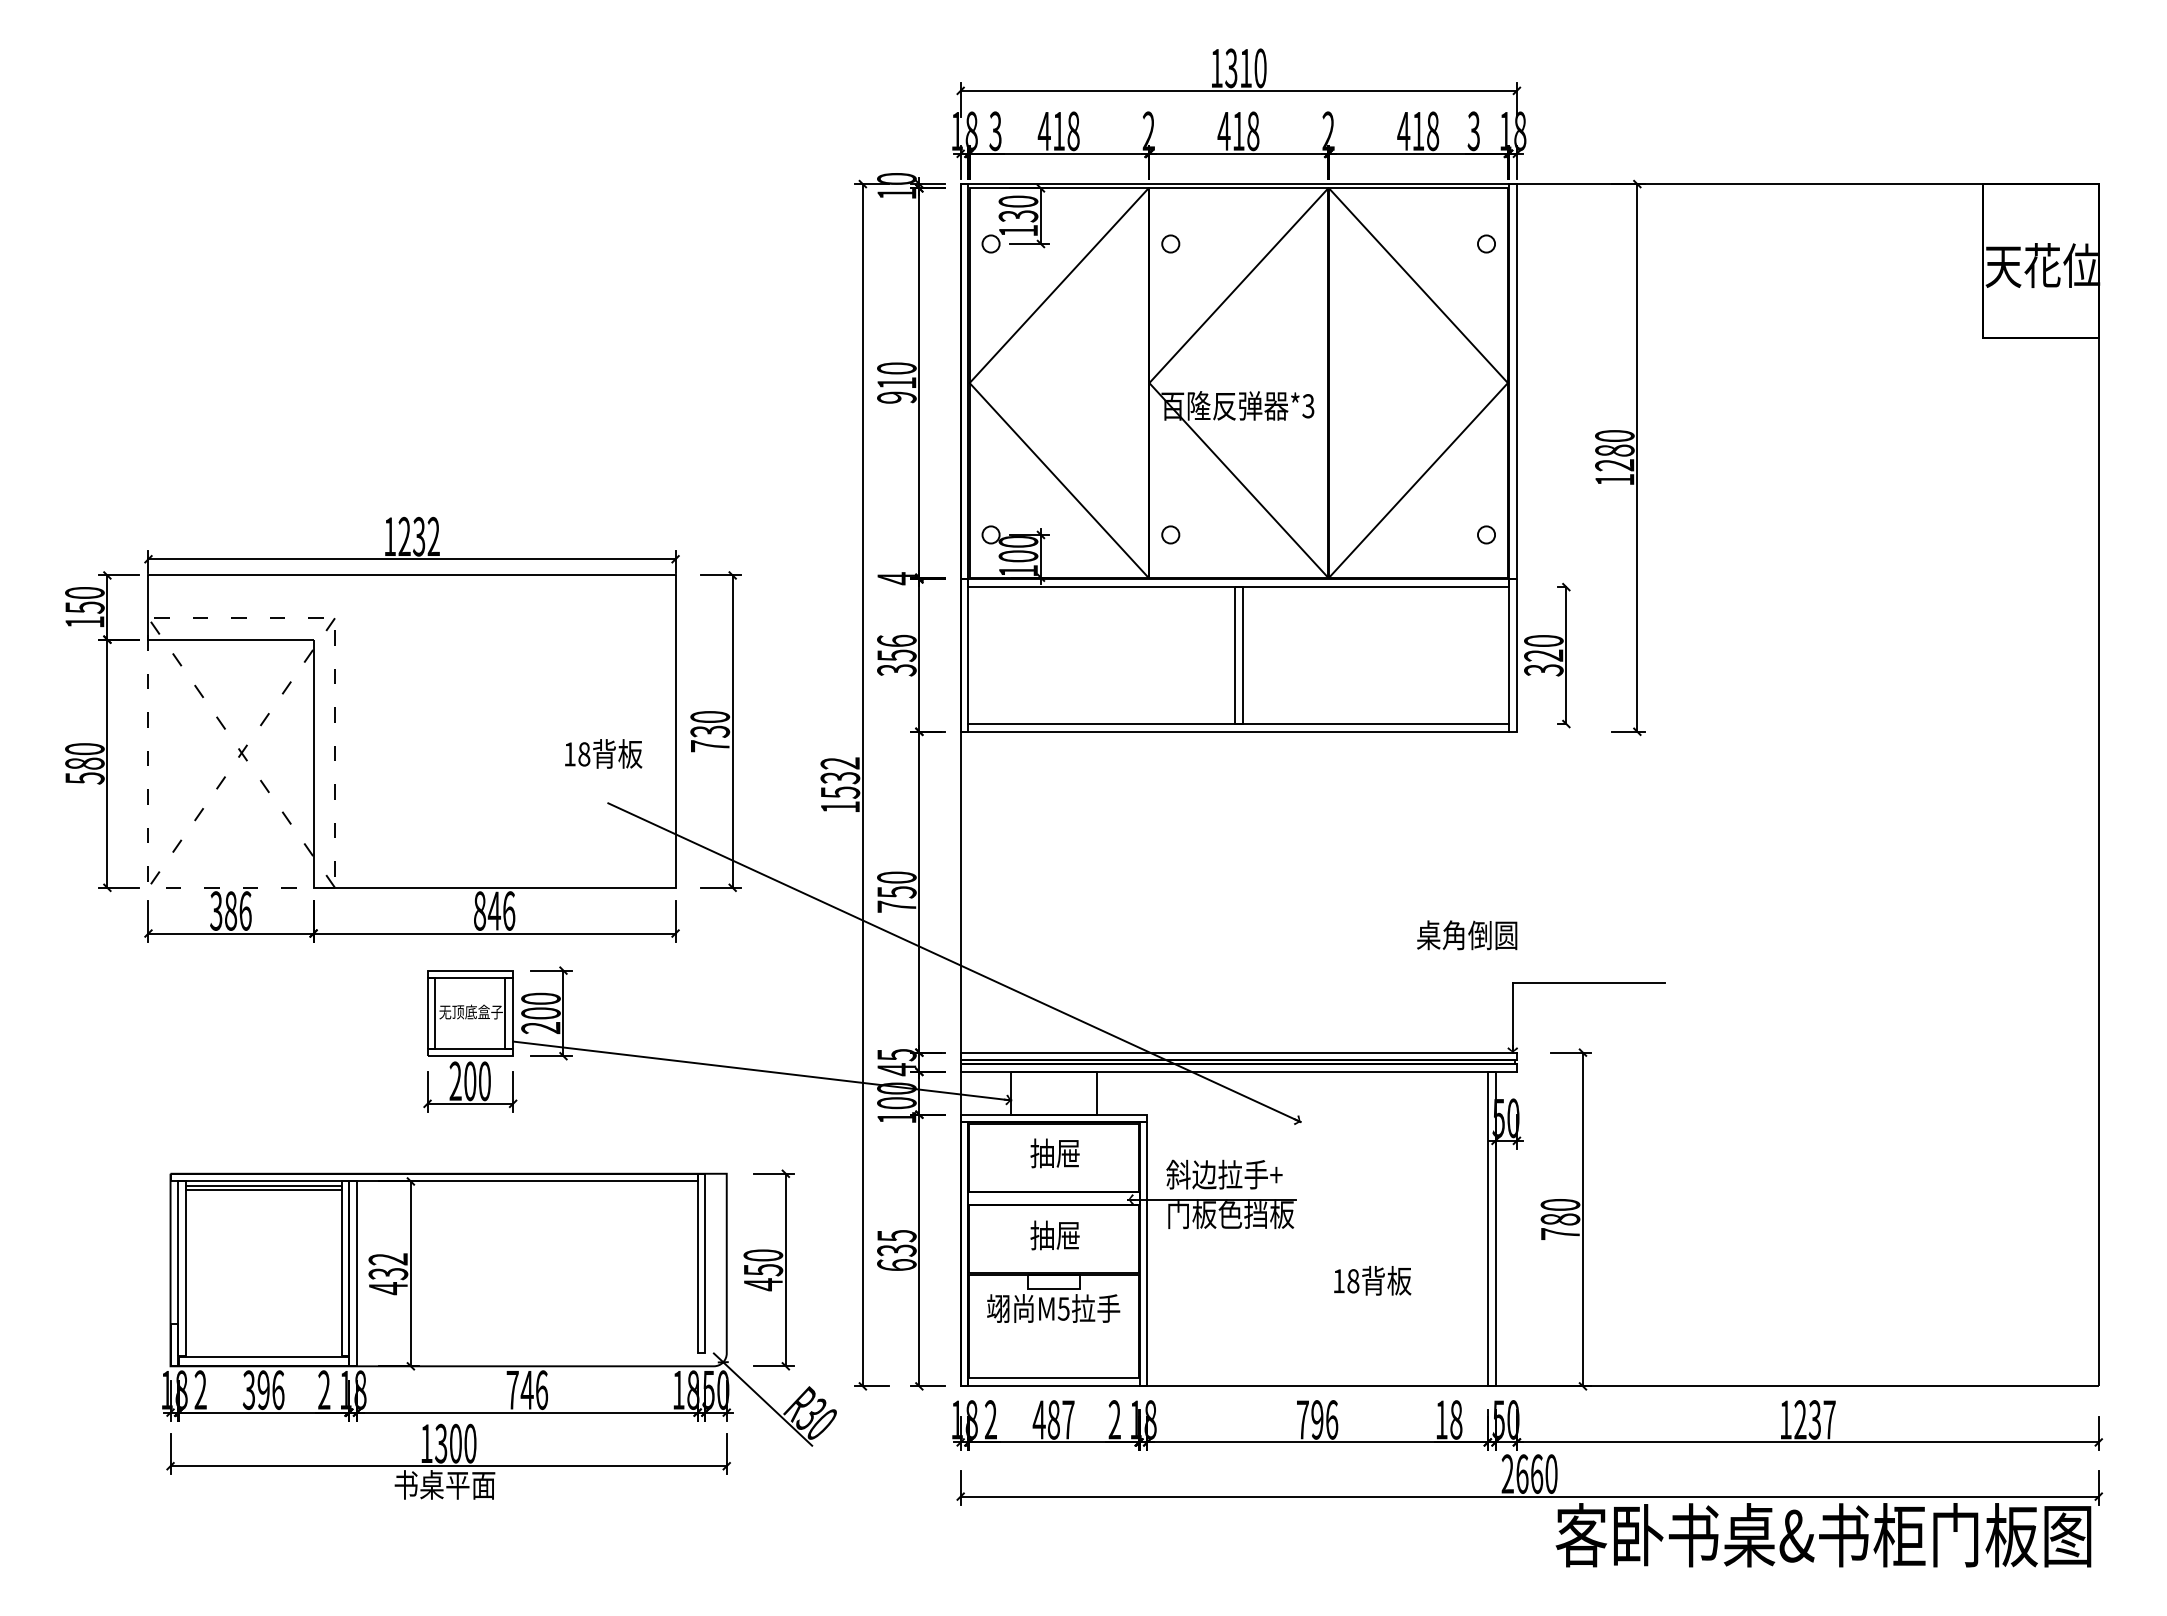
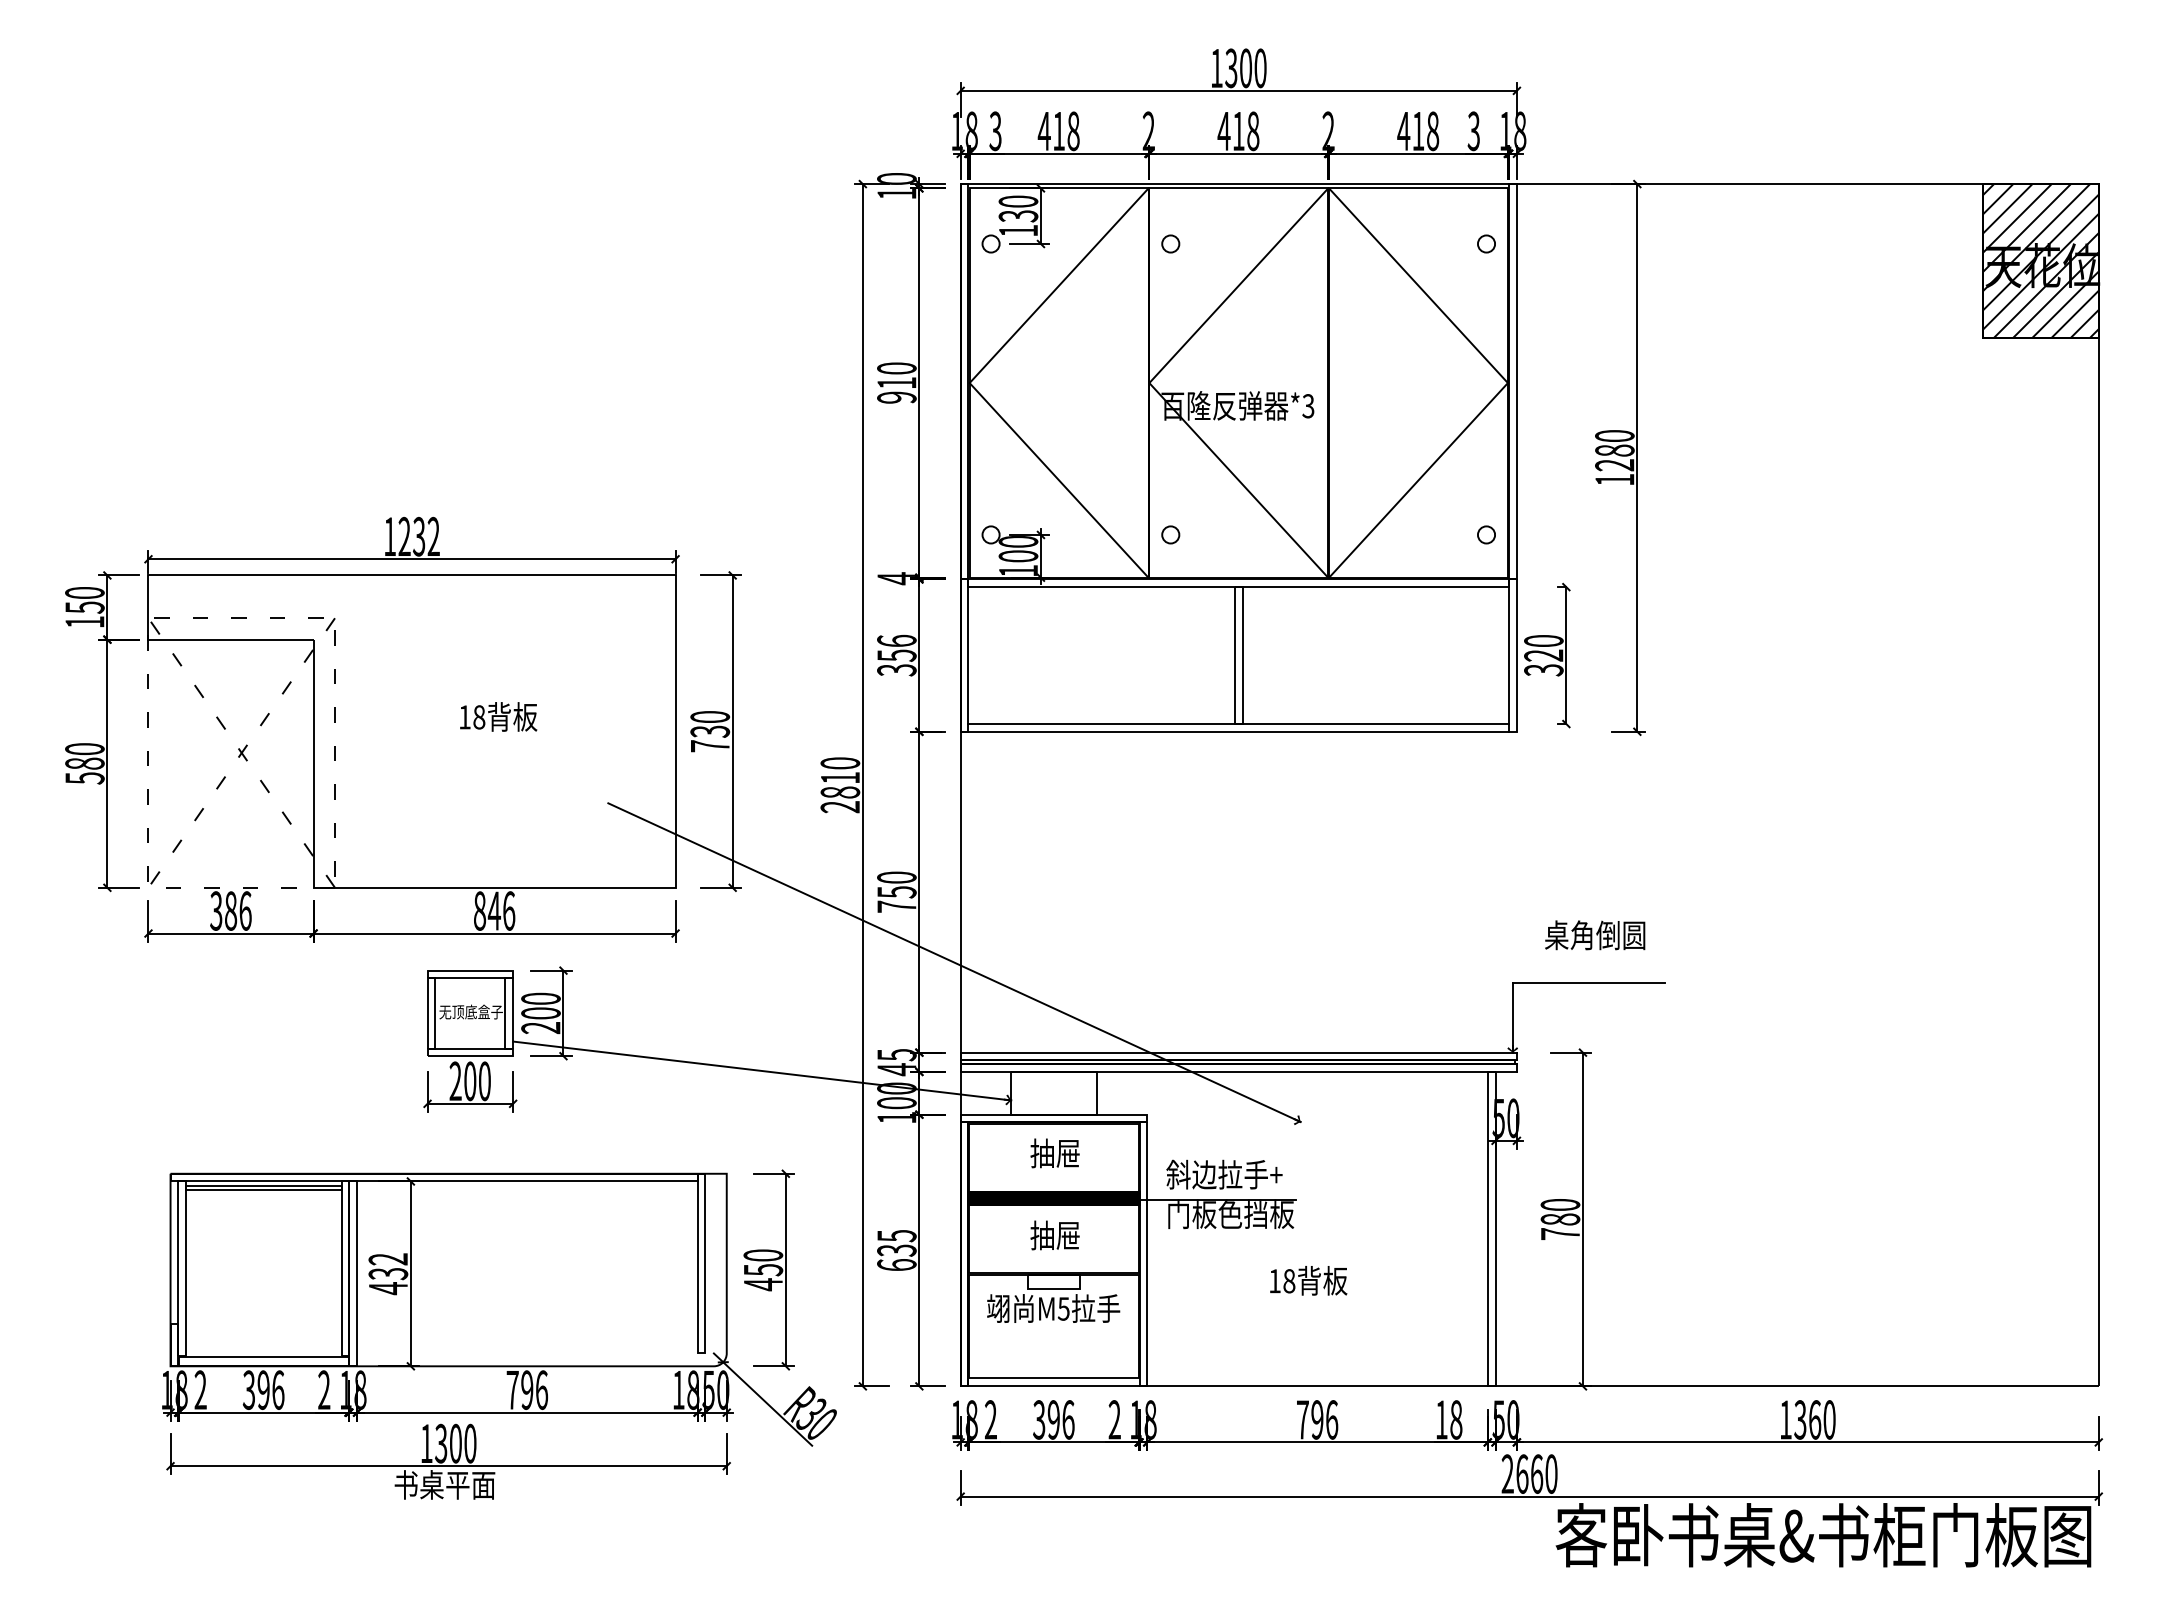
text at (1246, 68): 1310 -> 1300
hatch at (2040, 261): none -> present
text at (603, 753) position: (603, 753) -> (498, 716)
text at (840, 785): 1532 -> 2810
text at (1467, 935) position: (1467, 935) -> (1595, 935)
fill at (1053, 1198): none -> present
text at (1372, 1280) position: (1372, 1280) -> (1308, 1280)
text at (526, 1389): 746 -> 796
text at (1053, 1419): 487 -> 396
text at (1814, 1419): 1237 -> 1360
